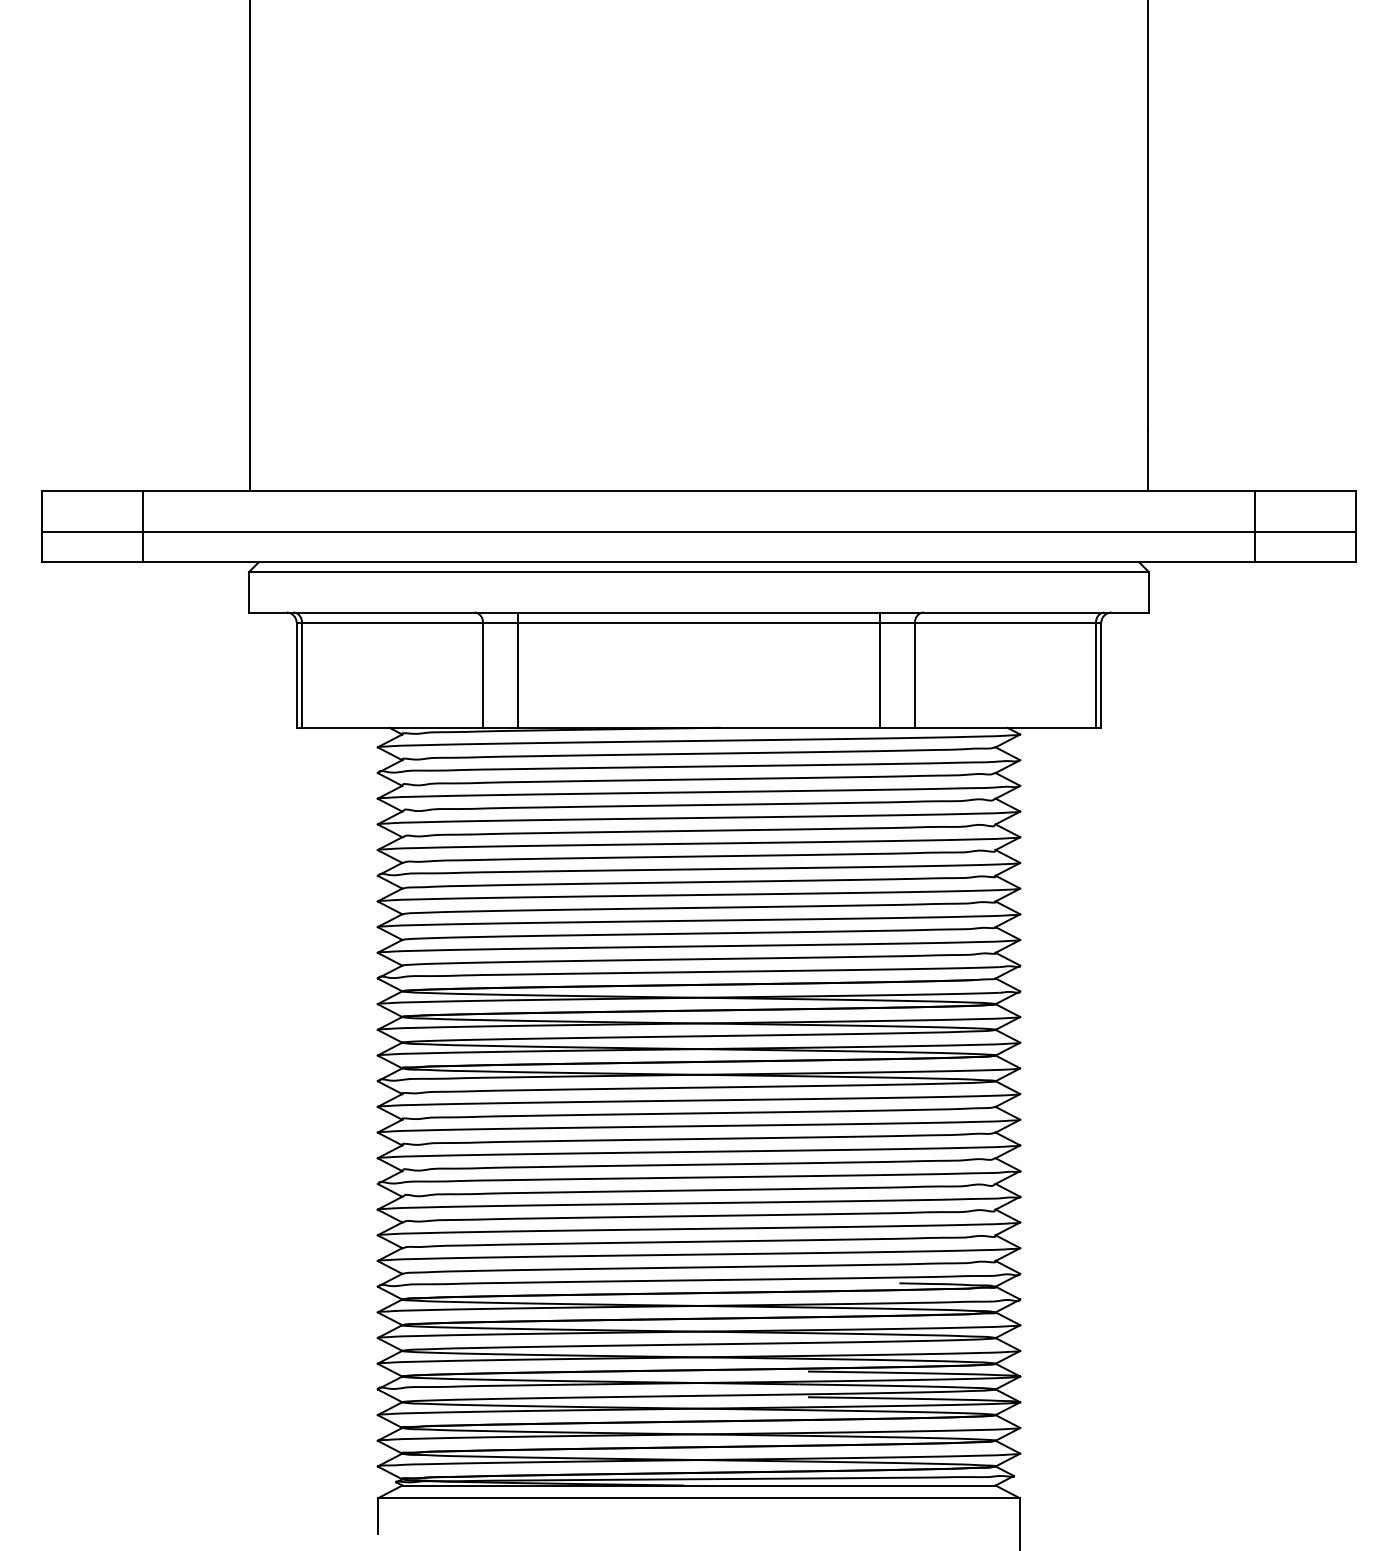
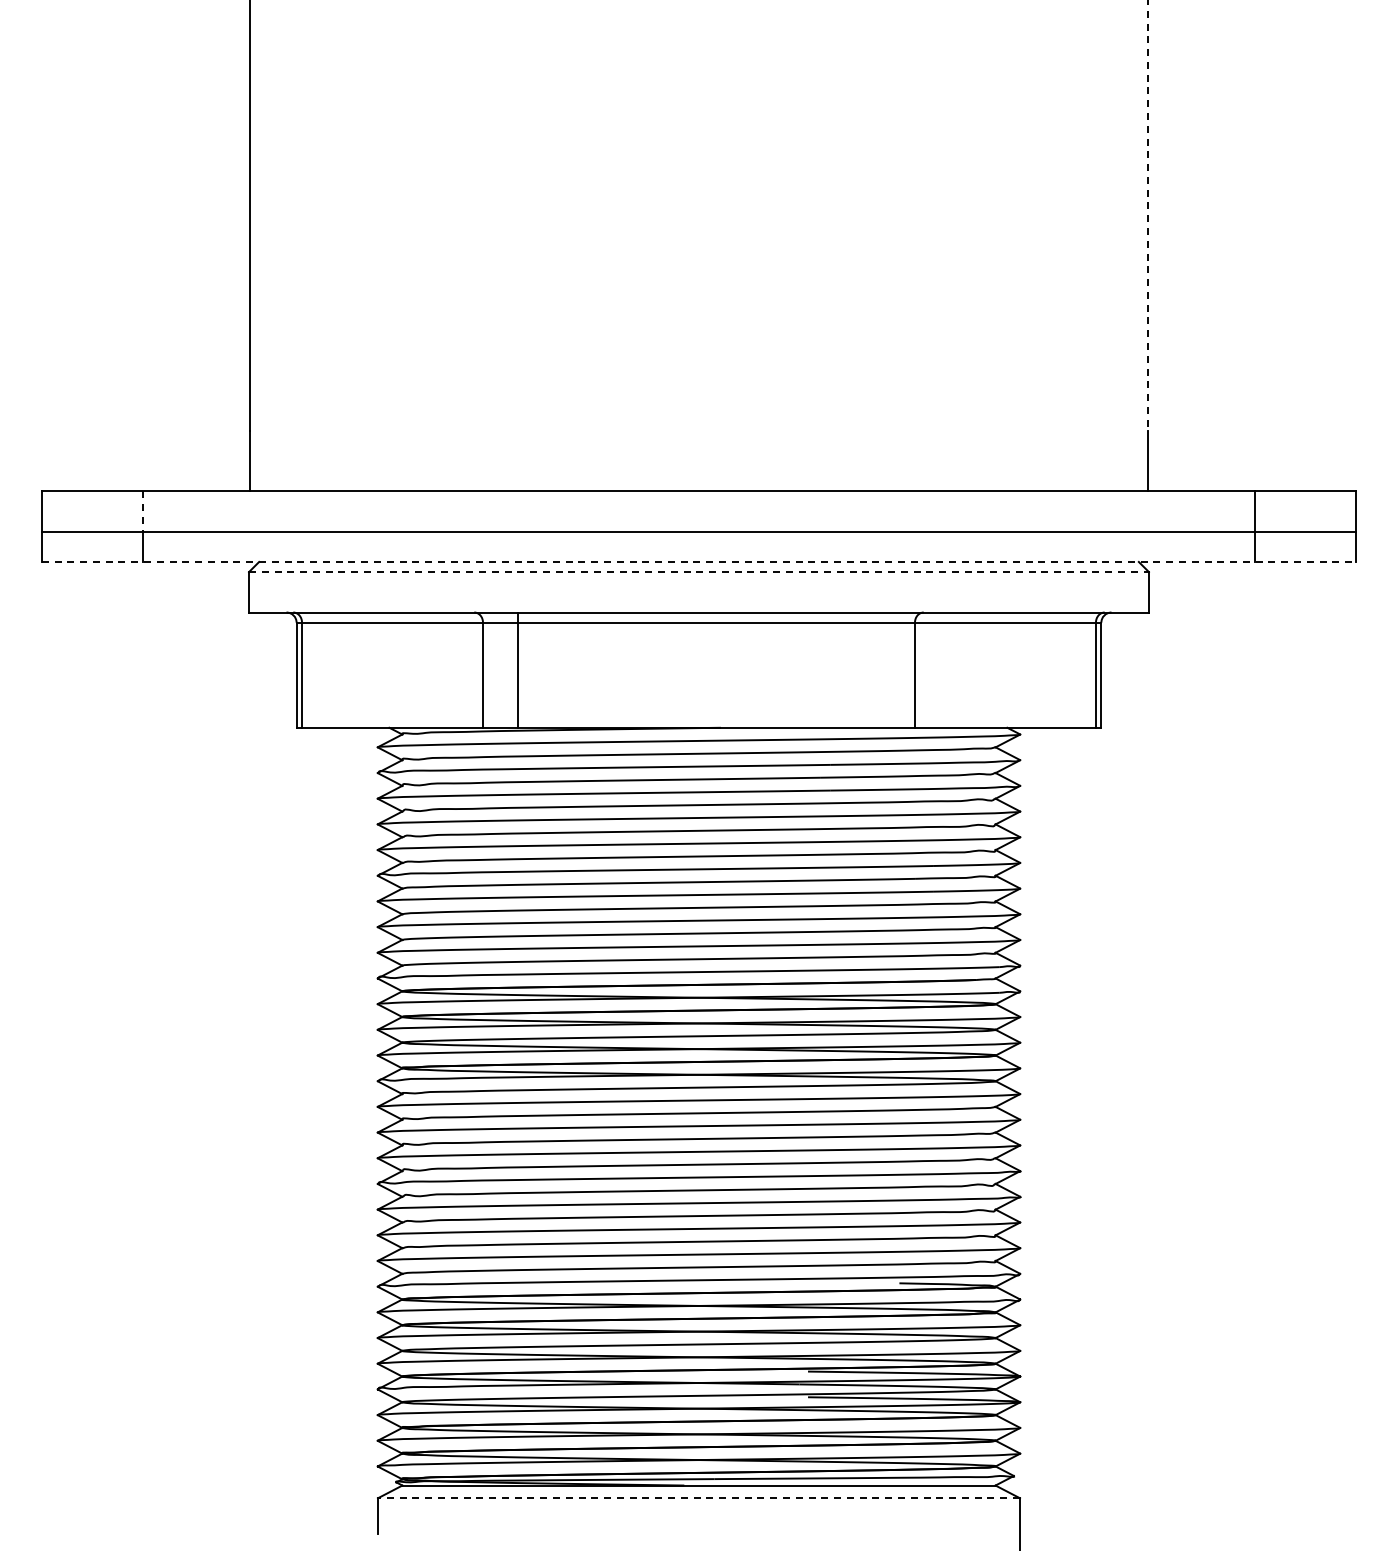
line at (1147, 215): solid -> dashed
line at (142, 511): solid -> dashed
line at (699, 561): solid -> dashed
line at (699, 572): solid -> dashed
line at (879, 669): present -> none
line at (698, 1498): solid -> dashed
